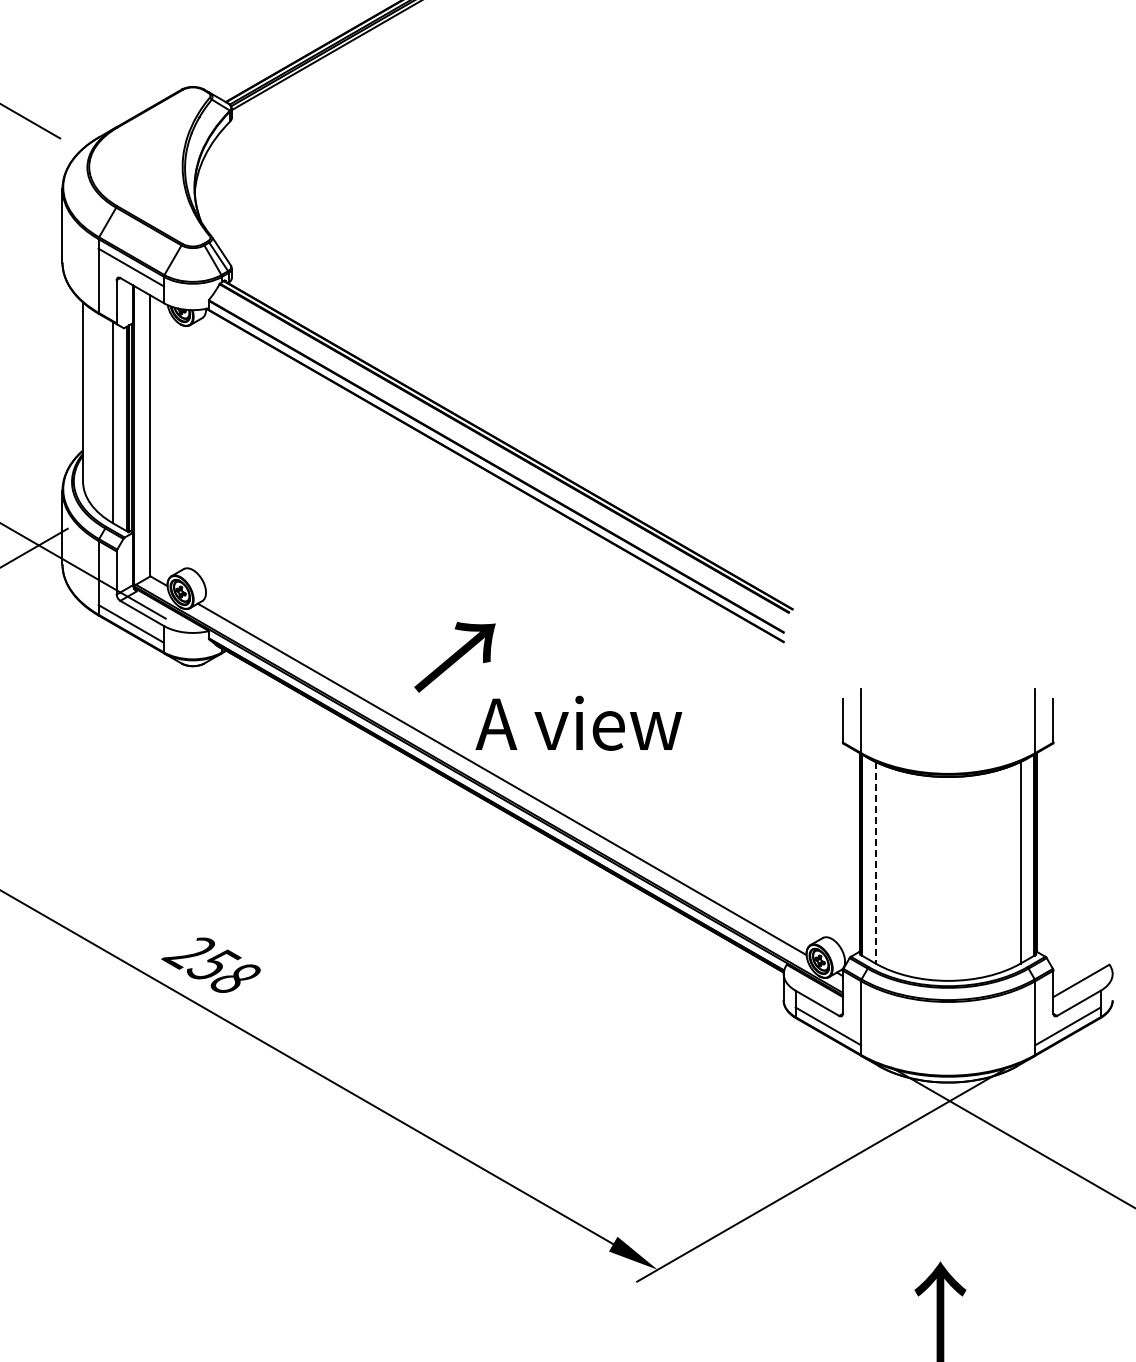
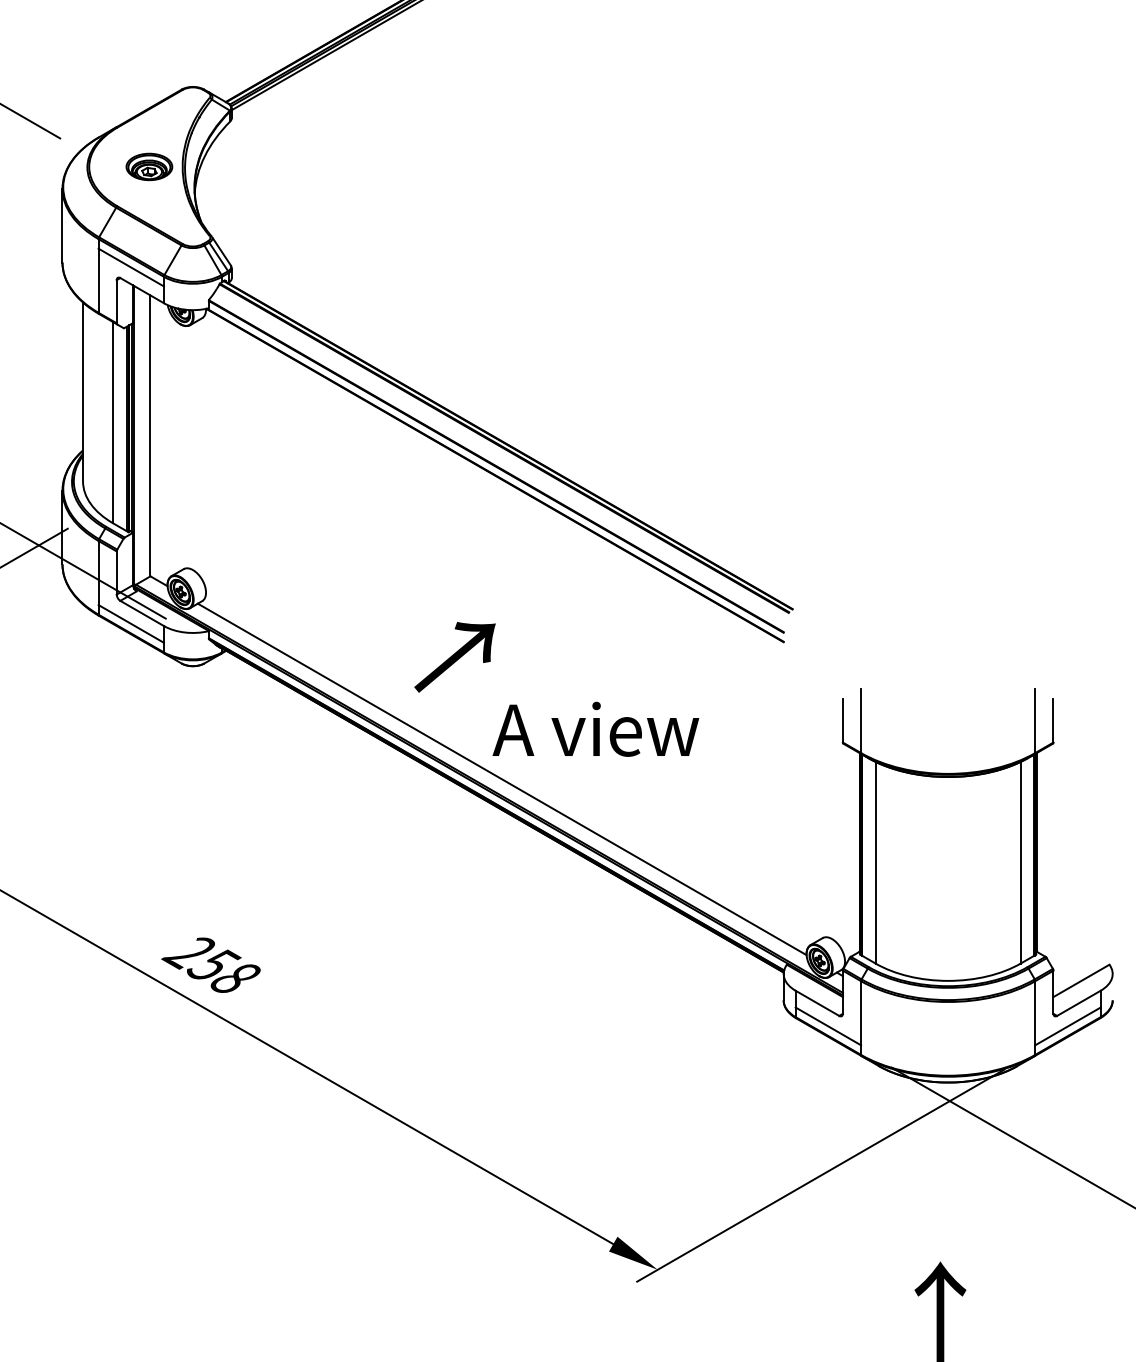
part at (149, 166): none -> present
text at (578, 722) position: (578, 722) -> (595, 728)
line at (875, 862): dashed -> solid
